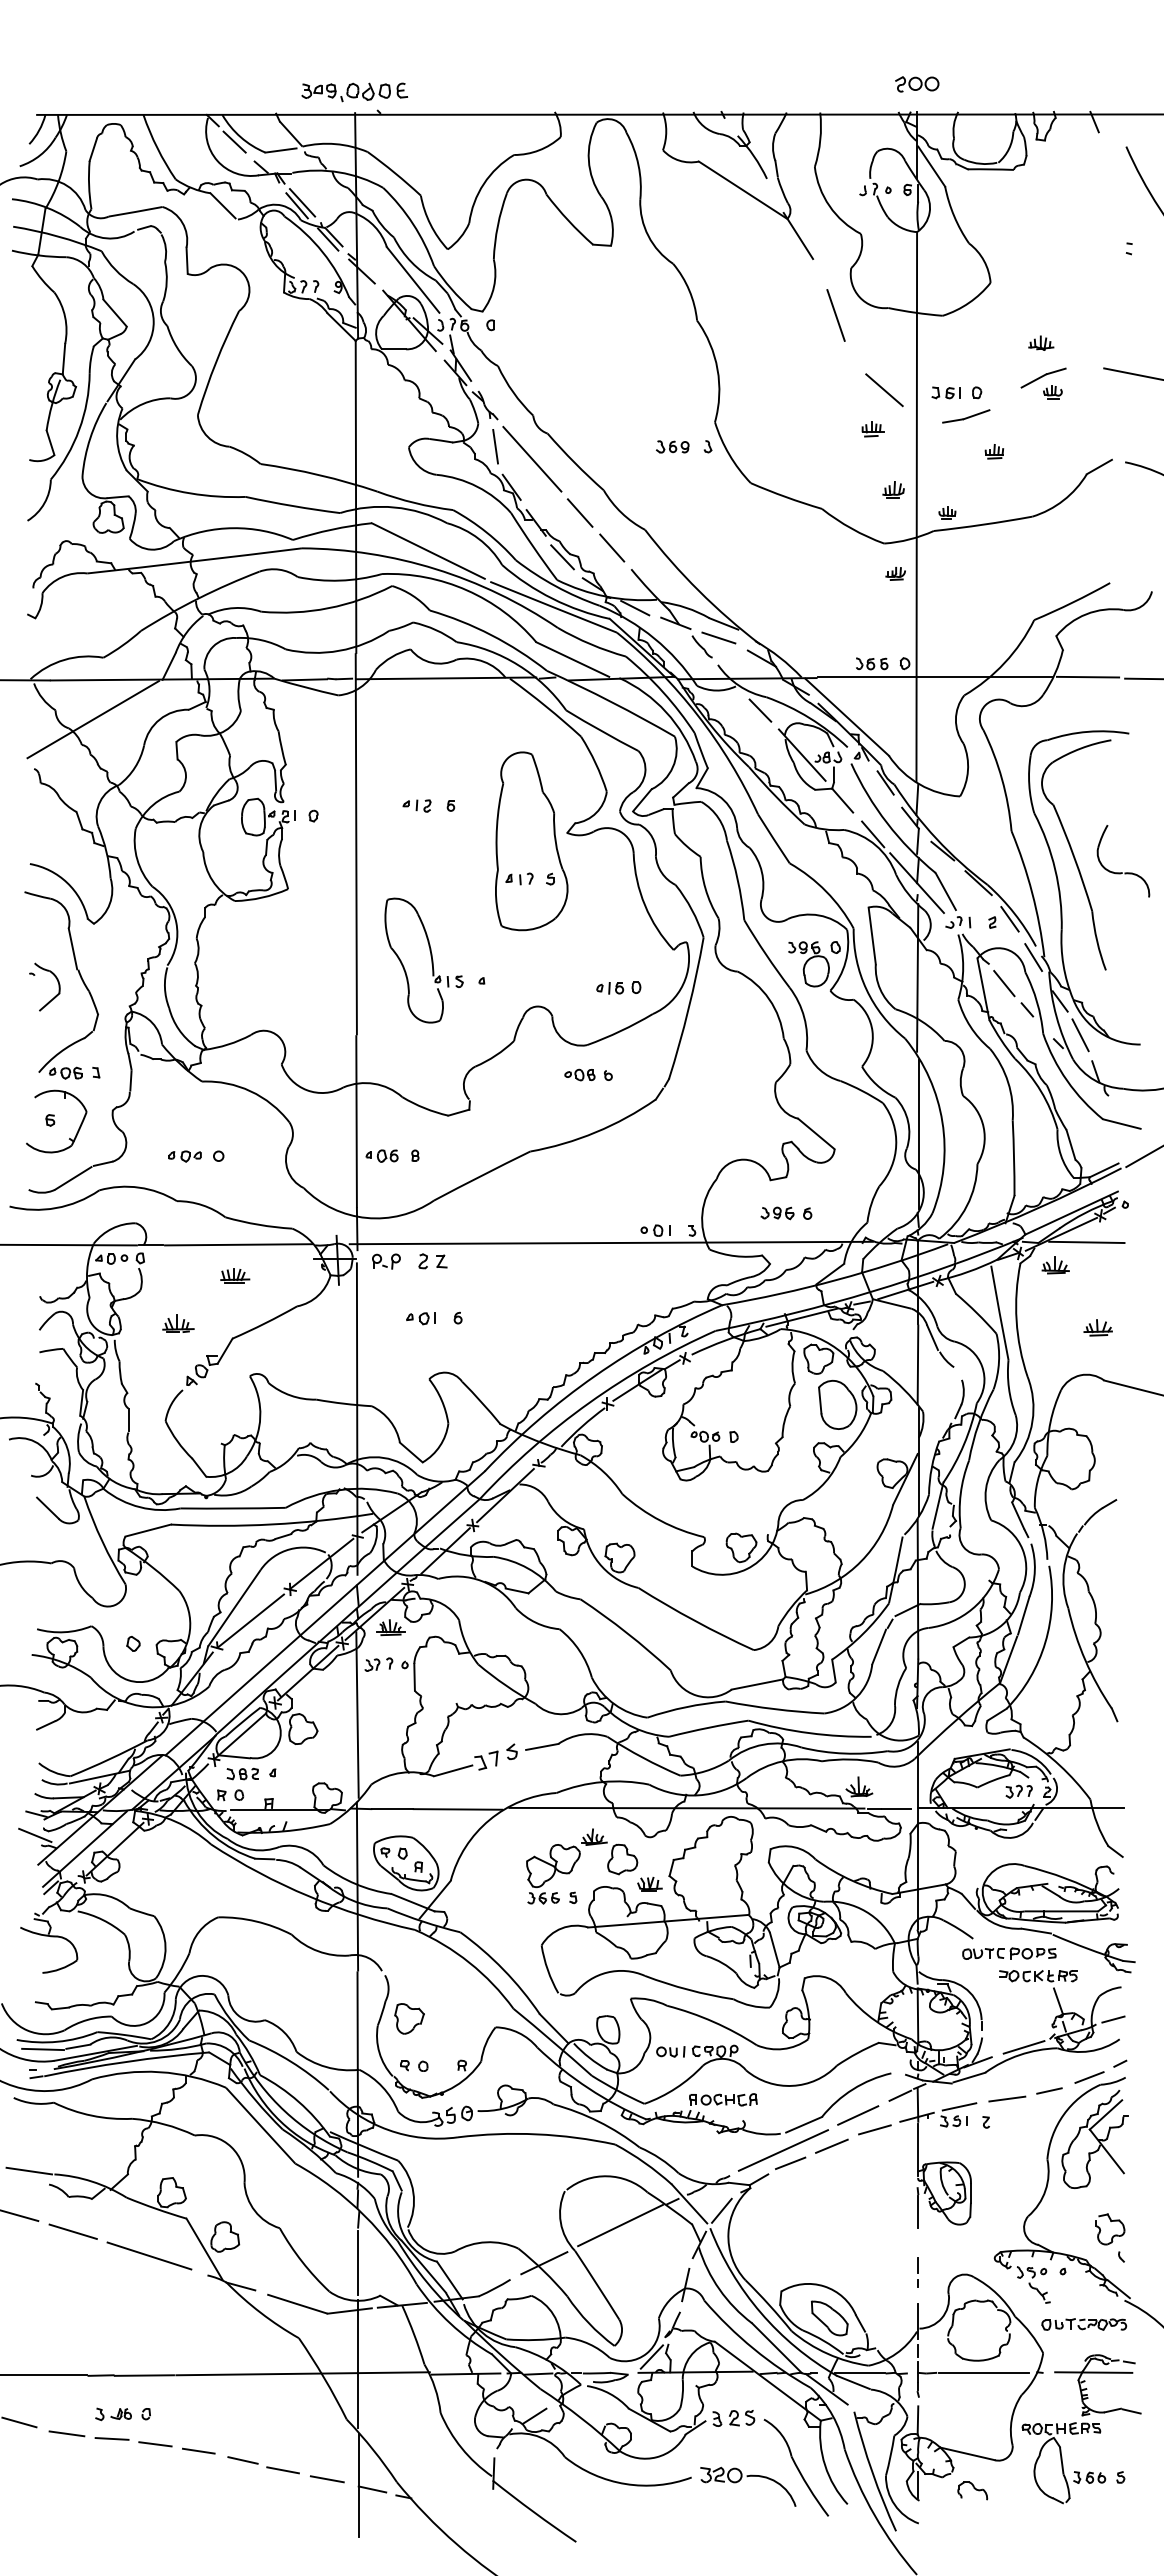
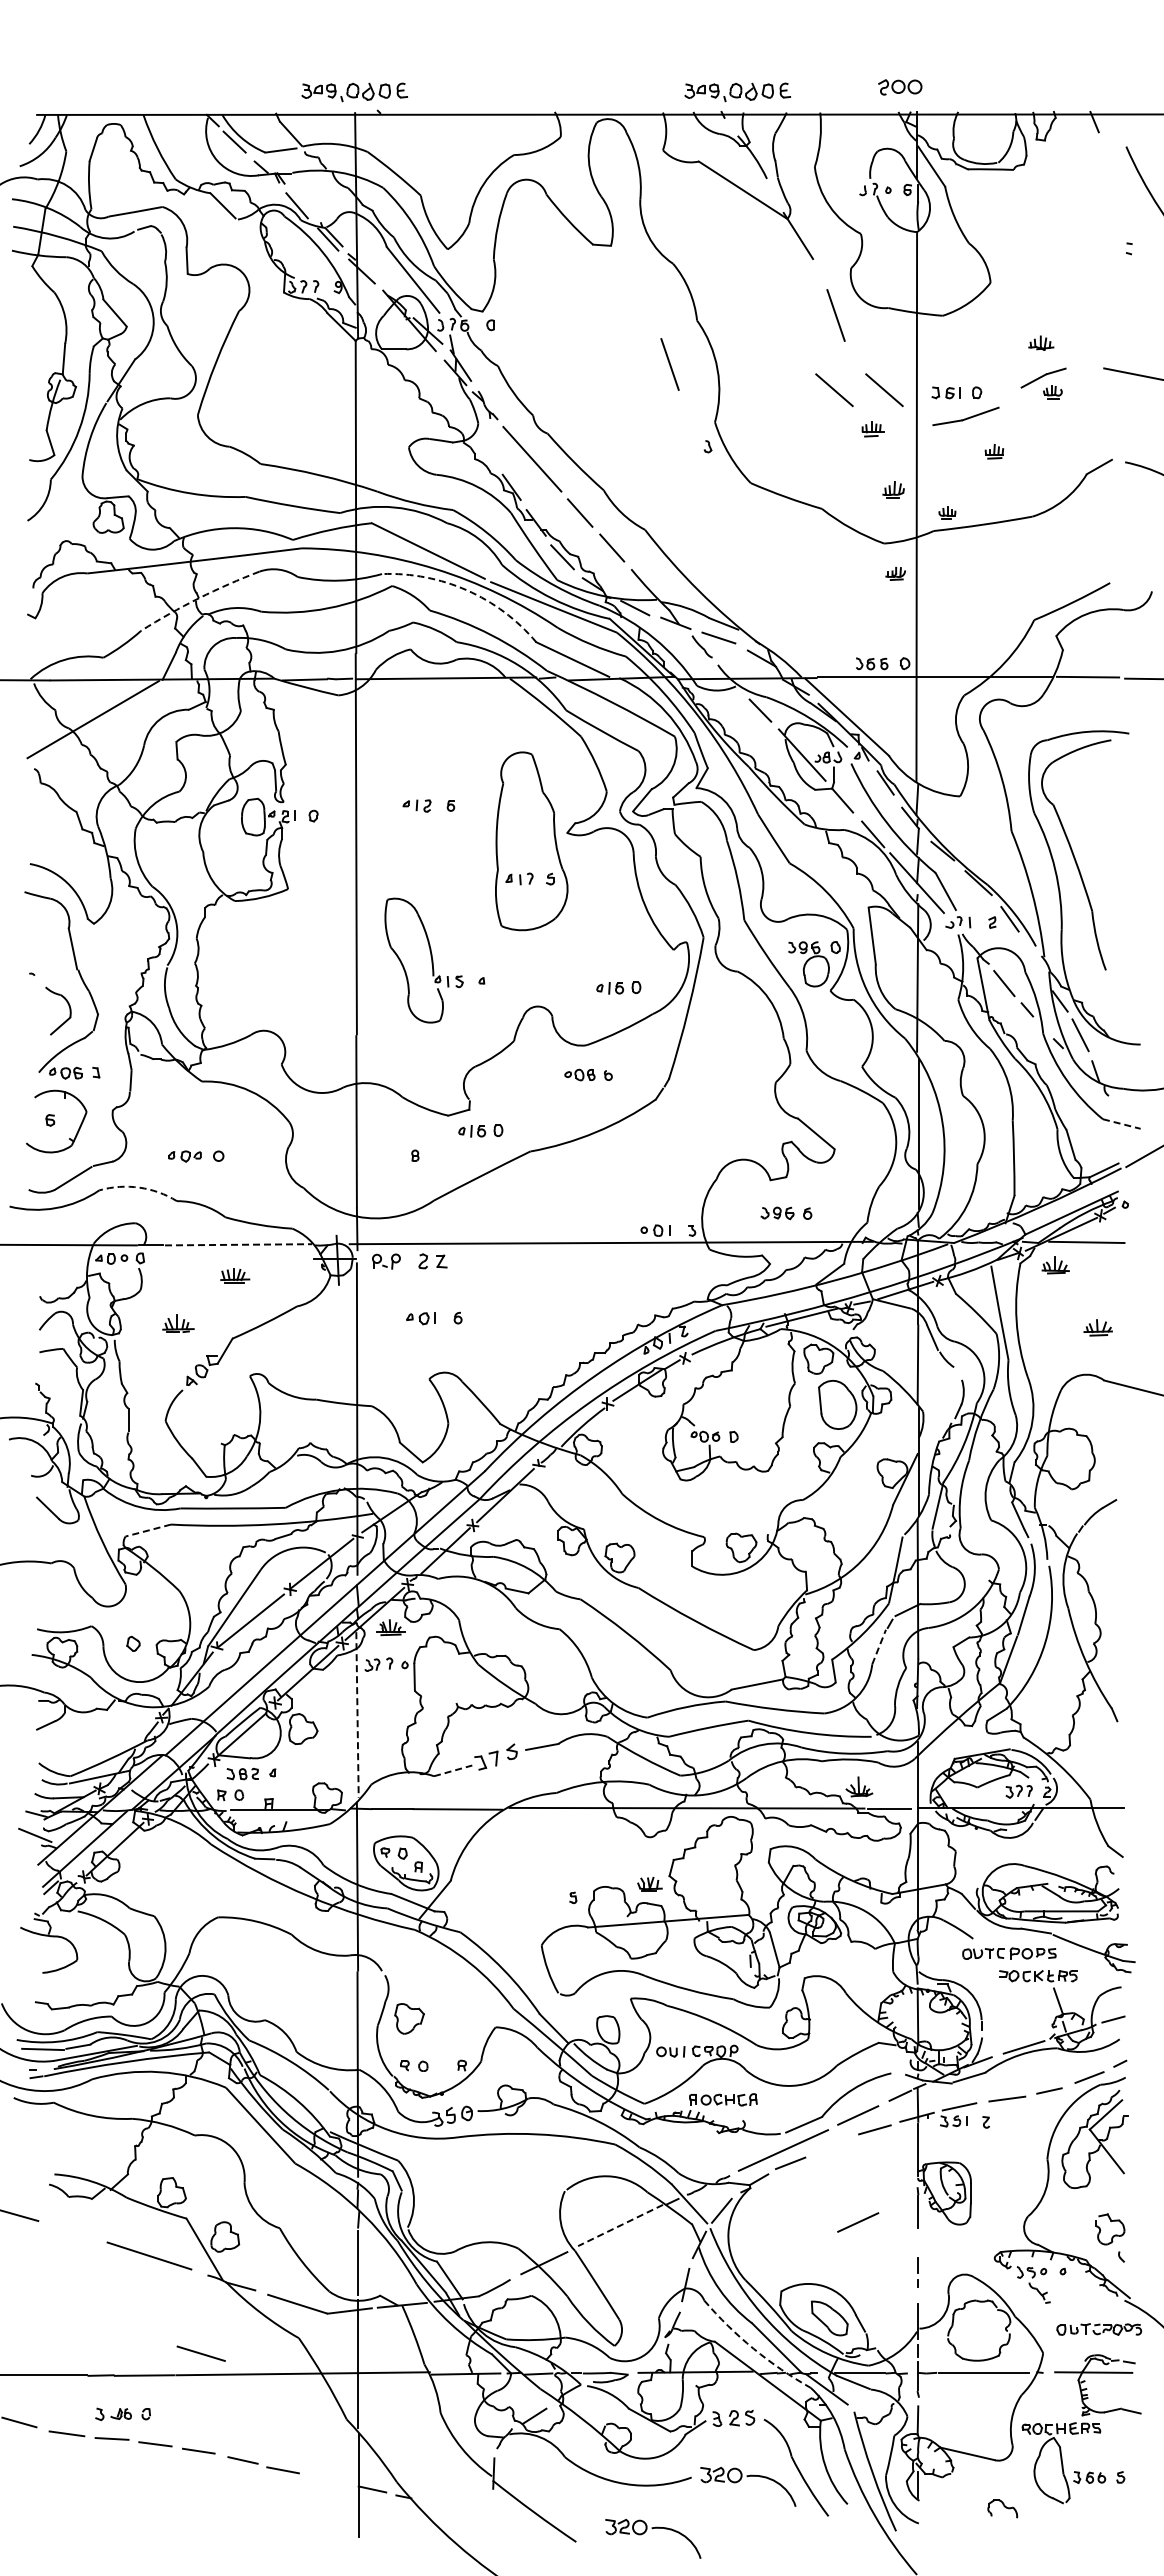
part at (917, 84) position: (917, 84) -> (900, 87)
part at (737, 92): none -> present
line at (302, 202): present -> none
line at (669, 364): none -> present
line at (834, 390): none -> present
part at (966, 416) size: 49x15 px -> 68x21 px
line at (495, 446): present -> none
part at (672, 446): present -> none
arc at (467, 590): solid -> dashed
arc at (198, 598): solid -> dashed
part at (1122, 872): present -> none
line at (1033, 957): present -> none
part at (57, 982) position: (57, 982) -> (68, 1006)
line at (1122, 1124): solid -> dashed
part at (480, 1130): none -> present
part at (381, 1155): present -> none
arc at (139, 1187): solid -> dashed
line at (238, 1244): solid -> dashed
line at (147, 1530): solid -> dashed
line at (879, 1647): solid -> dashed
line at (357, 1714): solid -> dashed
line at (453, 1770): solid -> dashed
part at (577, 1861): present -> none
line at (831, 2145): present -> none
line at (29, 2170): present -> none
line at (858, 2222): none -> present
line at (620, 2225): solid -> dashed
line at (72, 2231) position: (72, 2231) -> (200, 2353)
part at (1084, 2324) position: (1084, 2324) -> (1099, 2329)
arc at (753, 2348): solid -> dashed
line at (651, 2356): present -> none
line at (326, 2479): present -> none
part at (972, 2490) position: (972, 2490) -> (1002, 2508)
part at (652, 2529): none -> present
